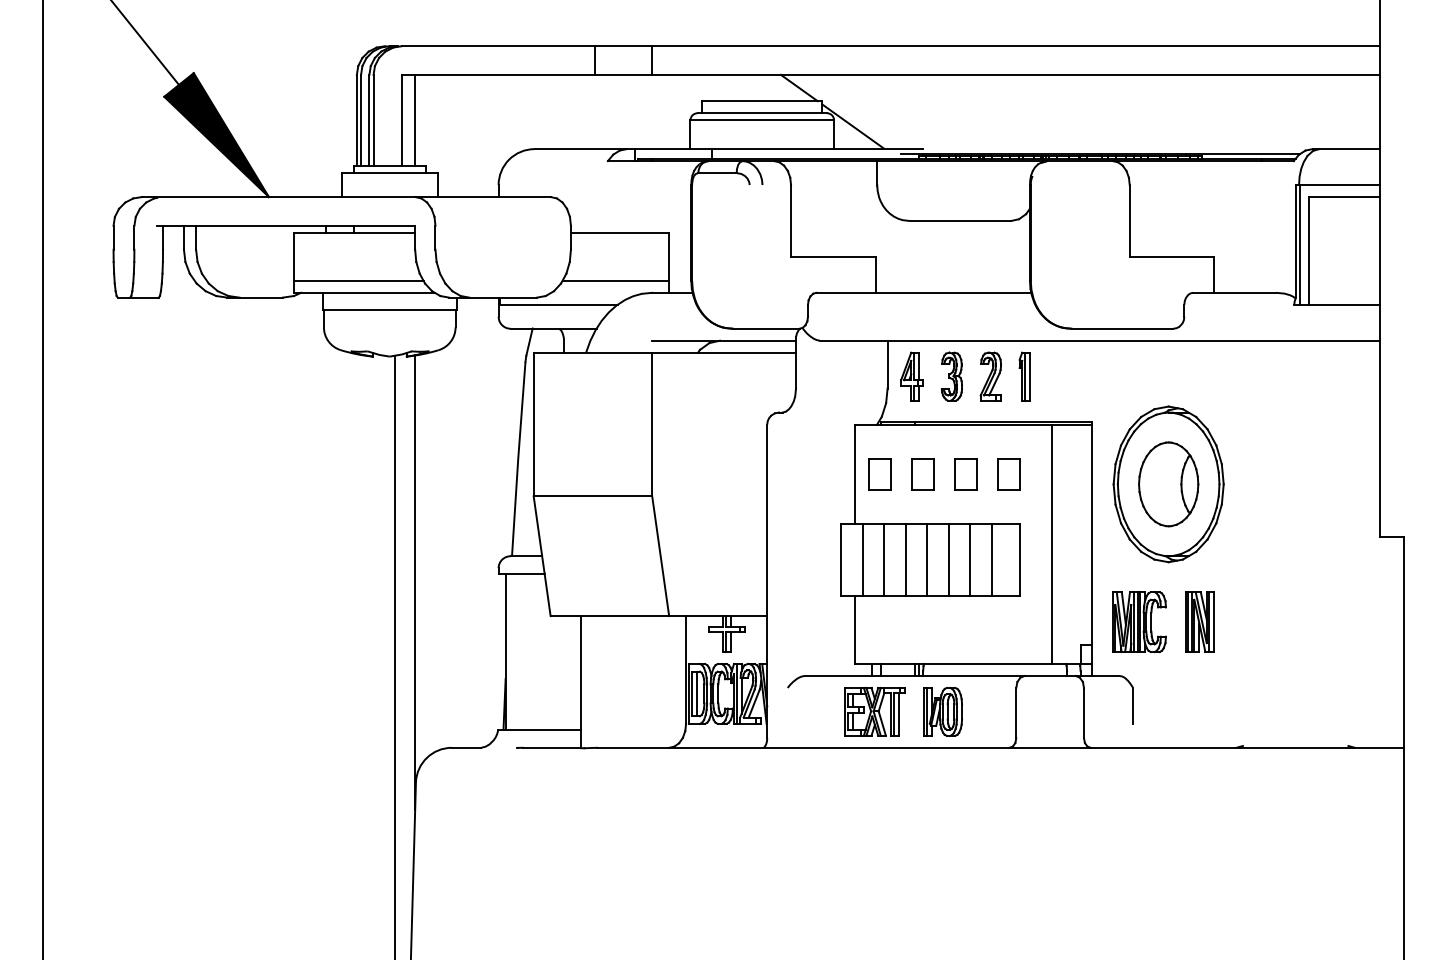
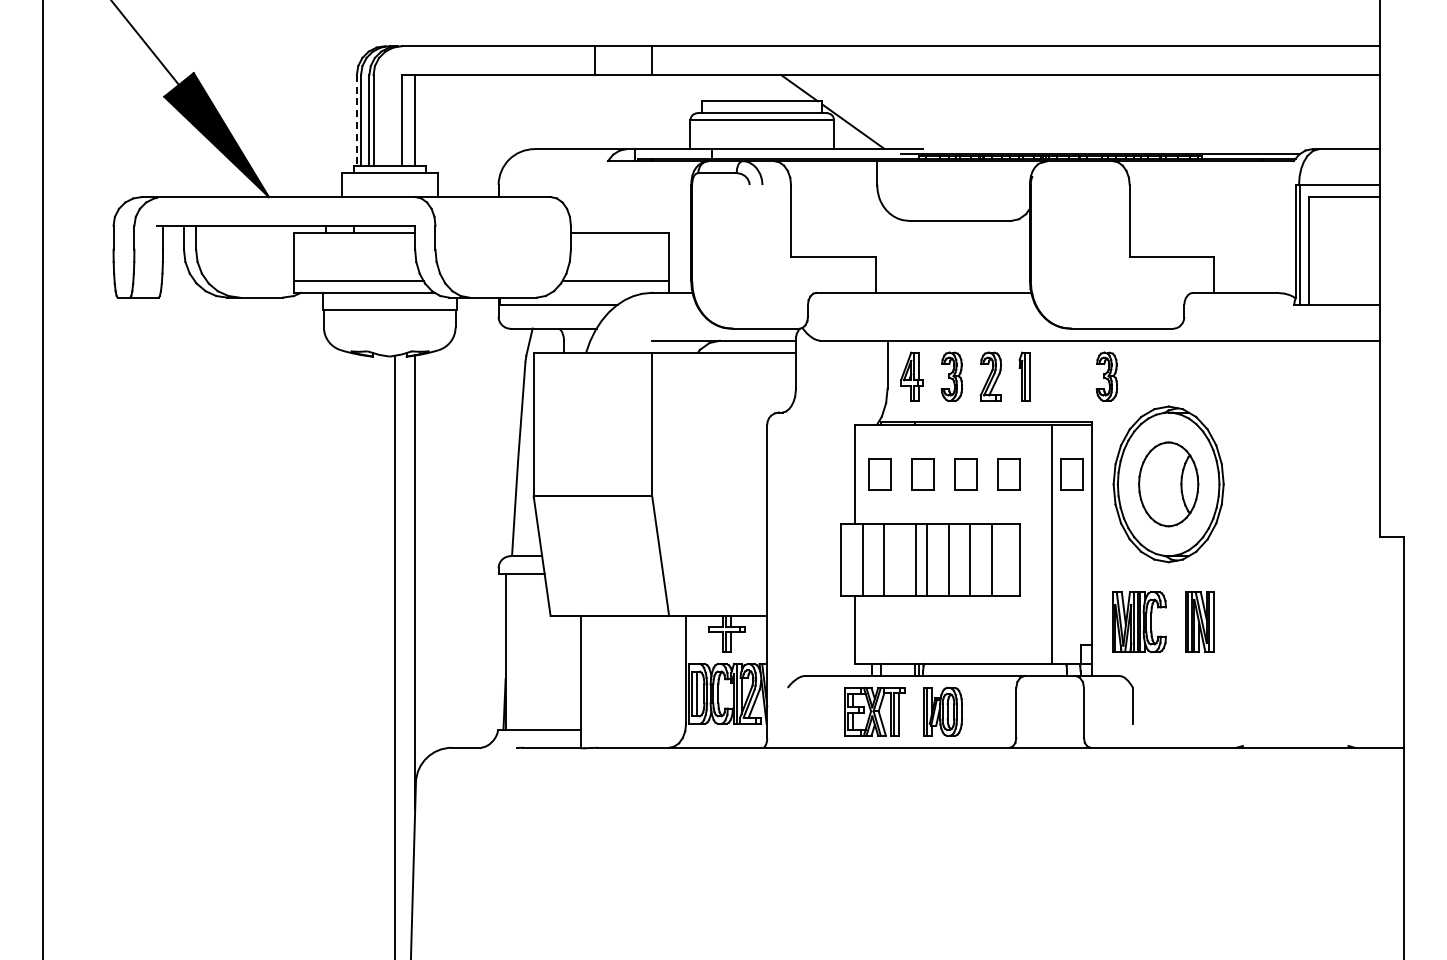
line at (356, 120): solid -> dashed
part at (1106, 376): none -> present
part at (1071, 474): none -> present
line at (905, 559) position: (905, 559) -> (915, 559)
